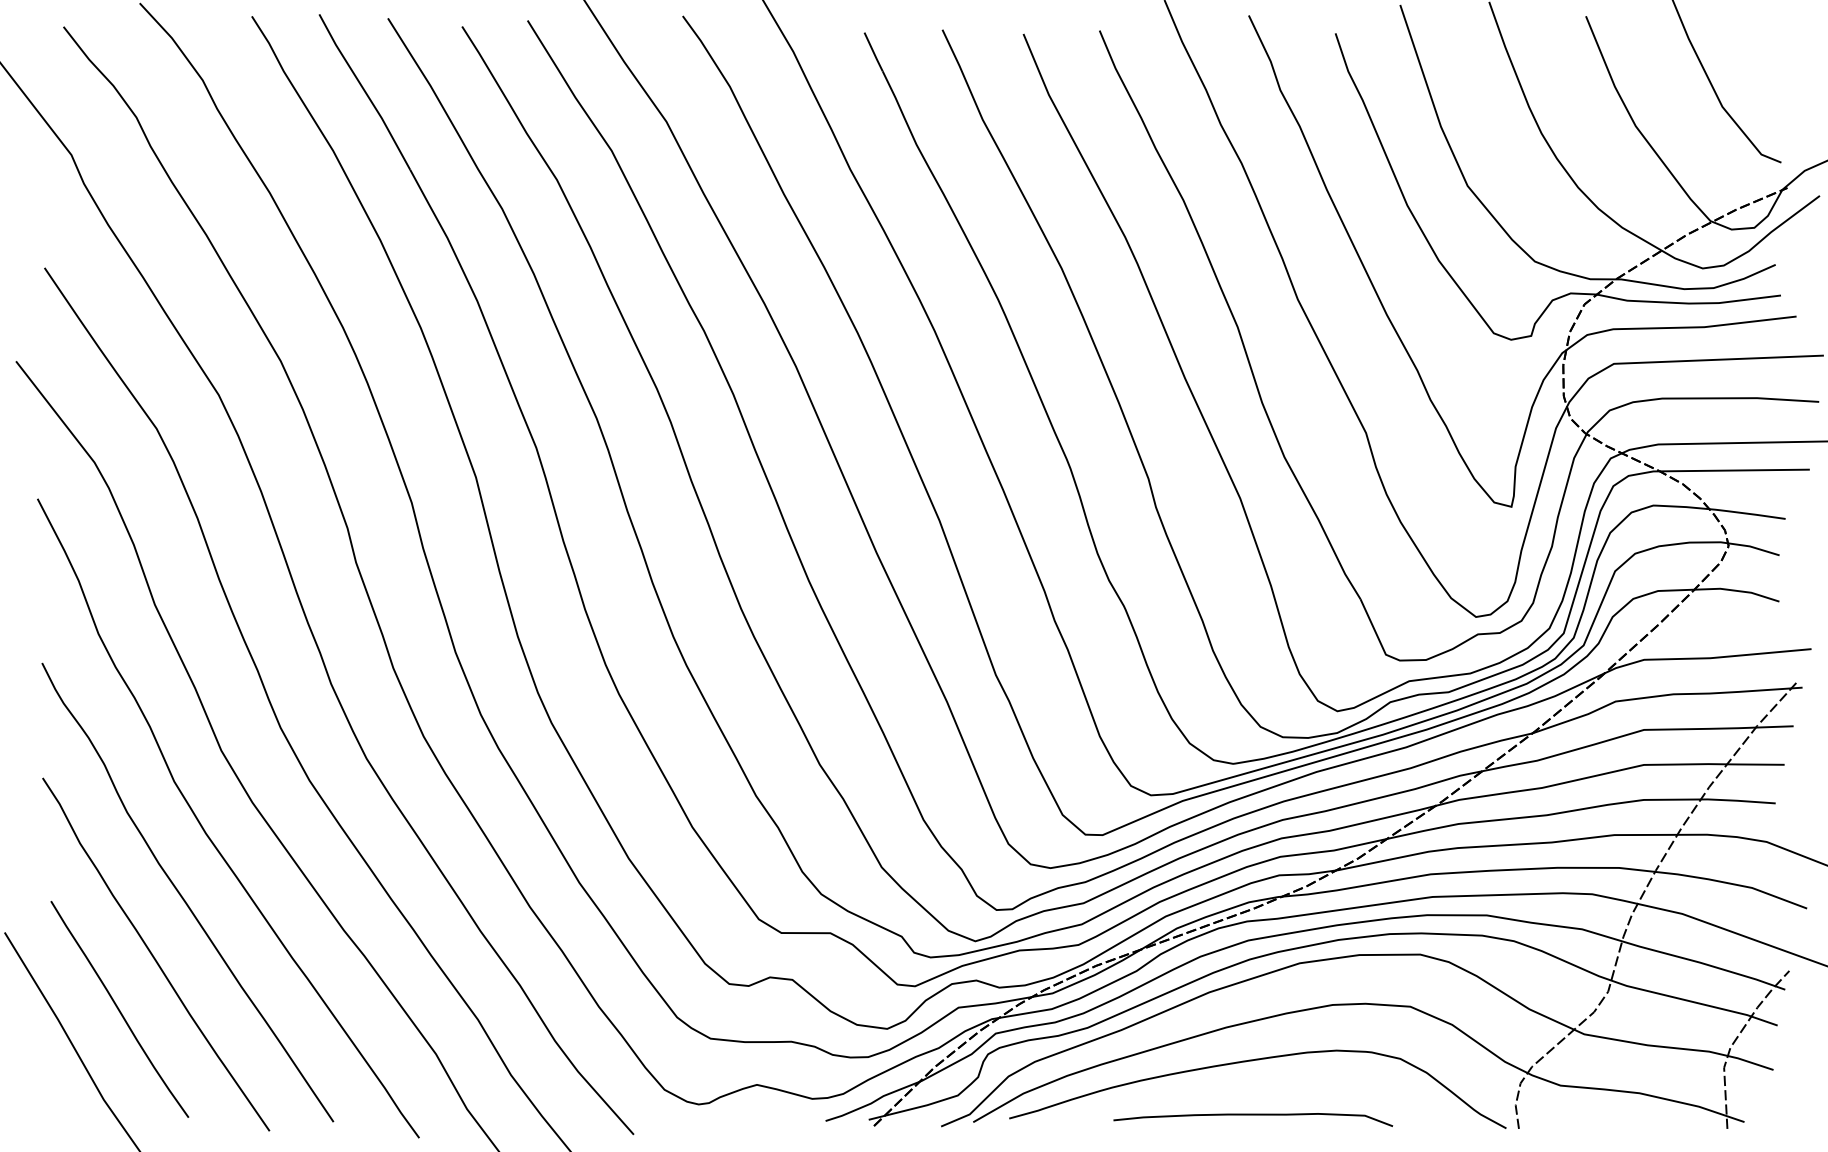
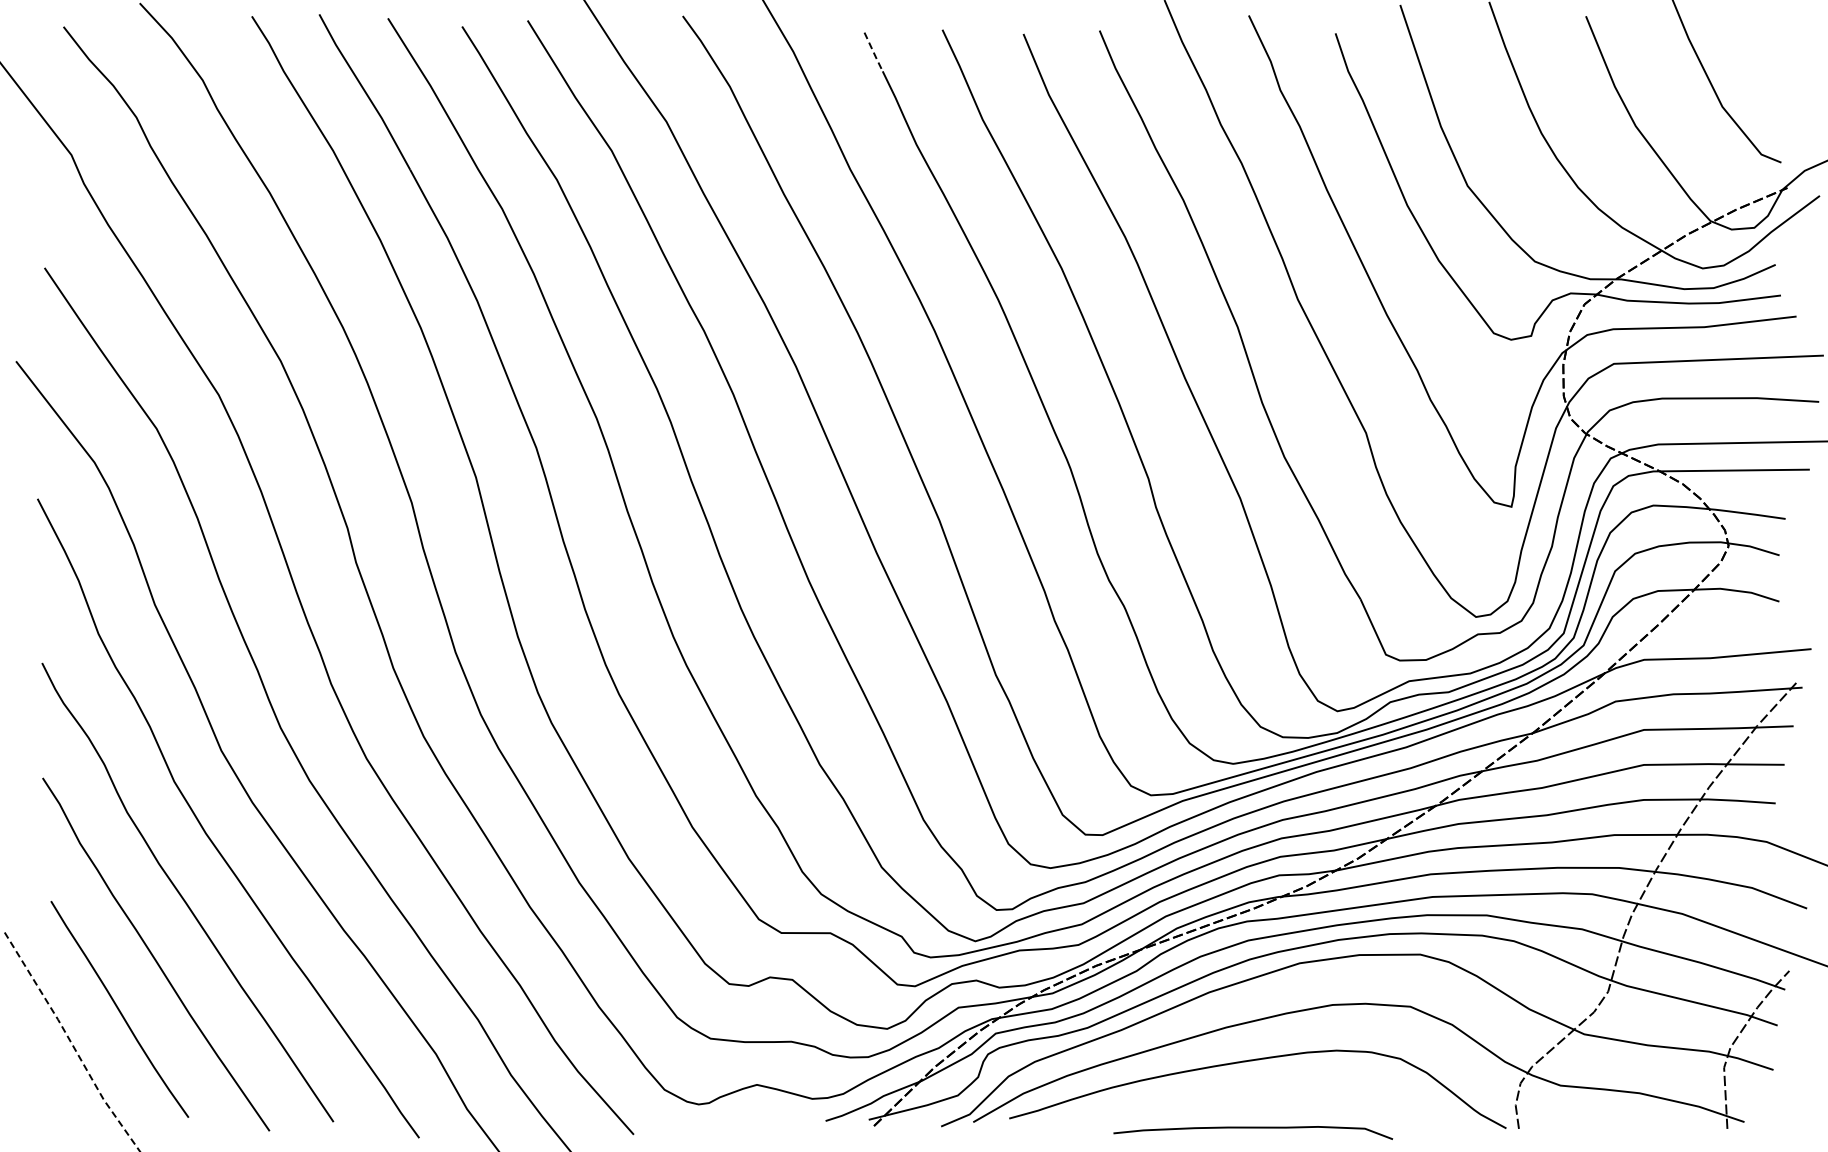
line at (873, 53): solid -> dashed
line at (71, 1042): solid -> dashed
curve at (1253, 1115) position: (1253, 1115) -> (1253, 1128)
